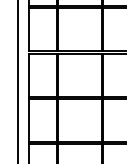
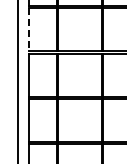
line at (28, 29): solid -> dashed
